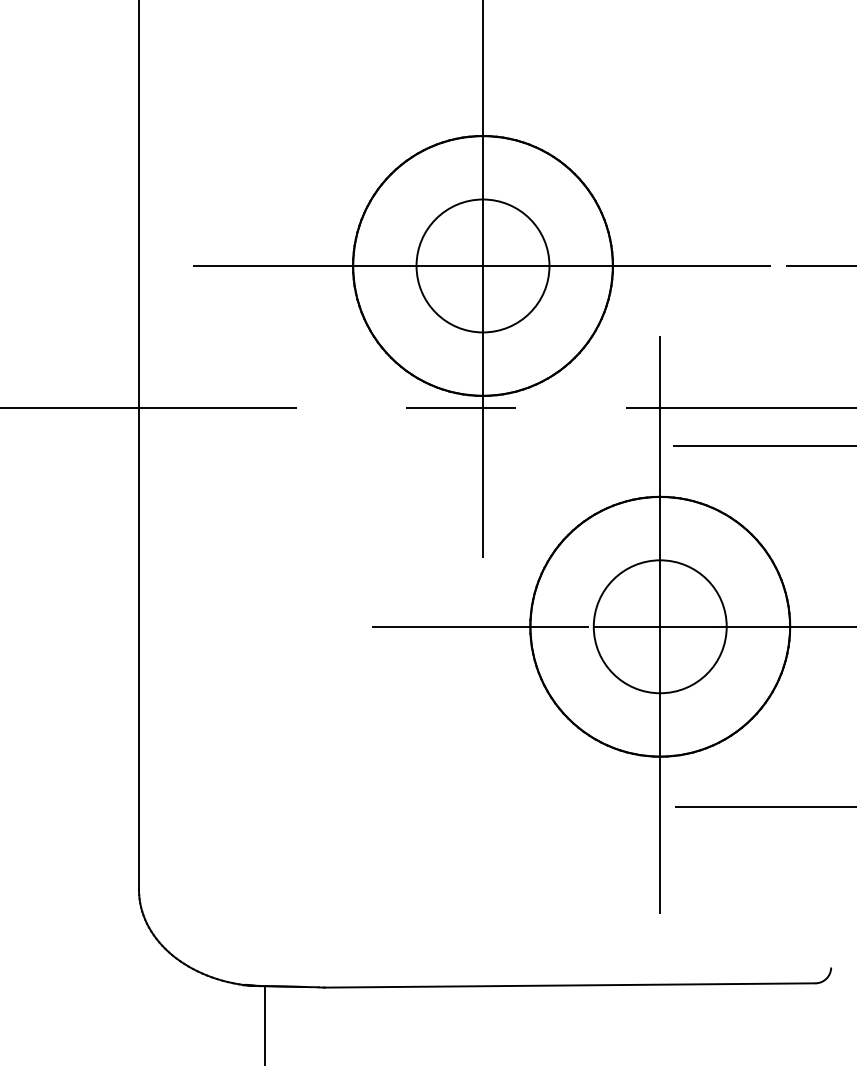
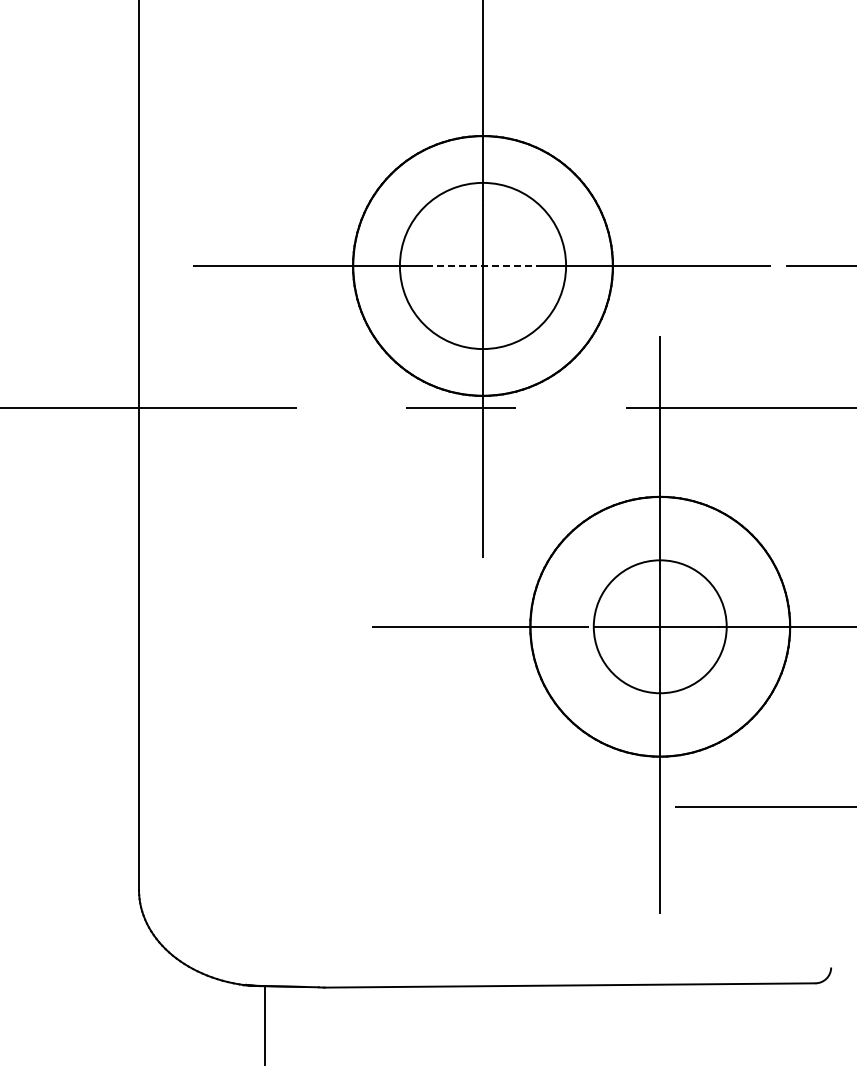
circle at (482, 265) diameter: 133 px -> 166 px
line at (483, 265): solid -> dashed
line at (763, 446): present -> none
